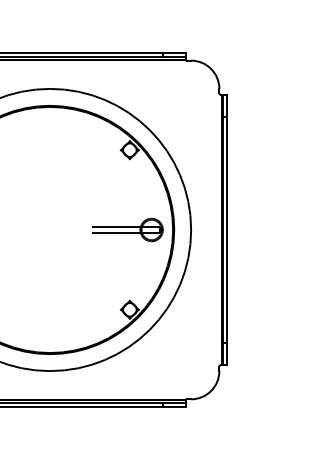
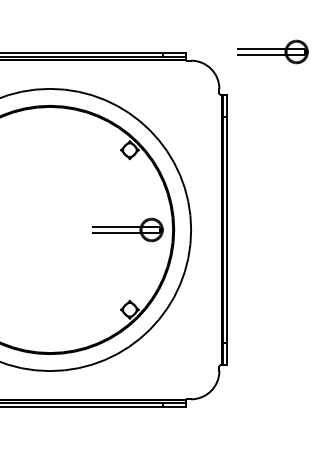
part at (272, 51): none -> present
